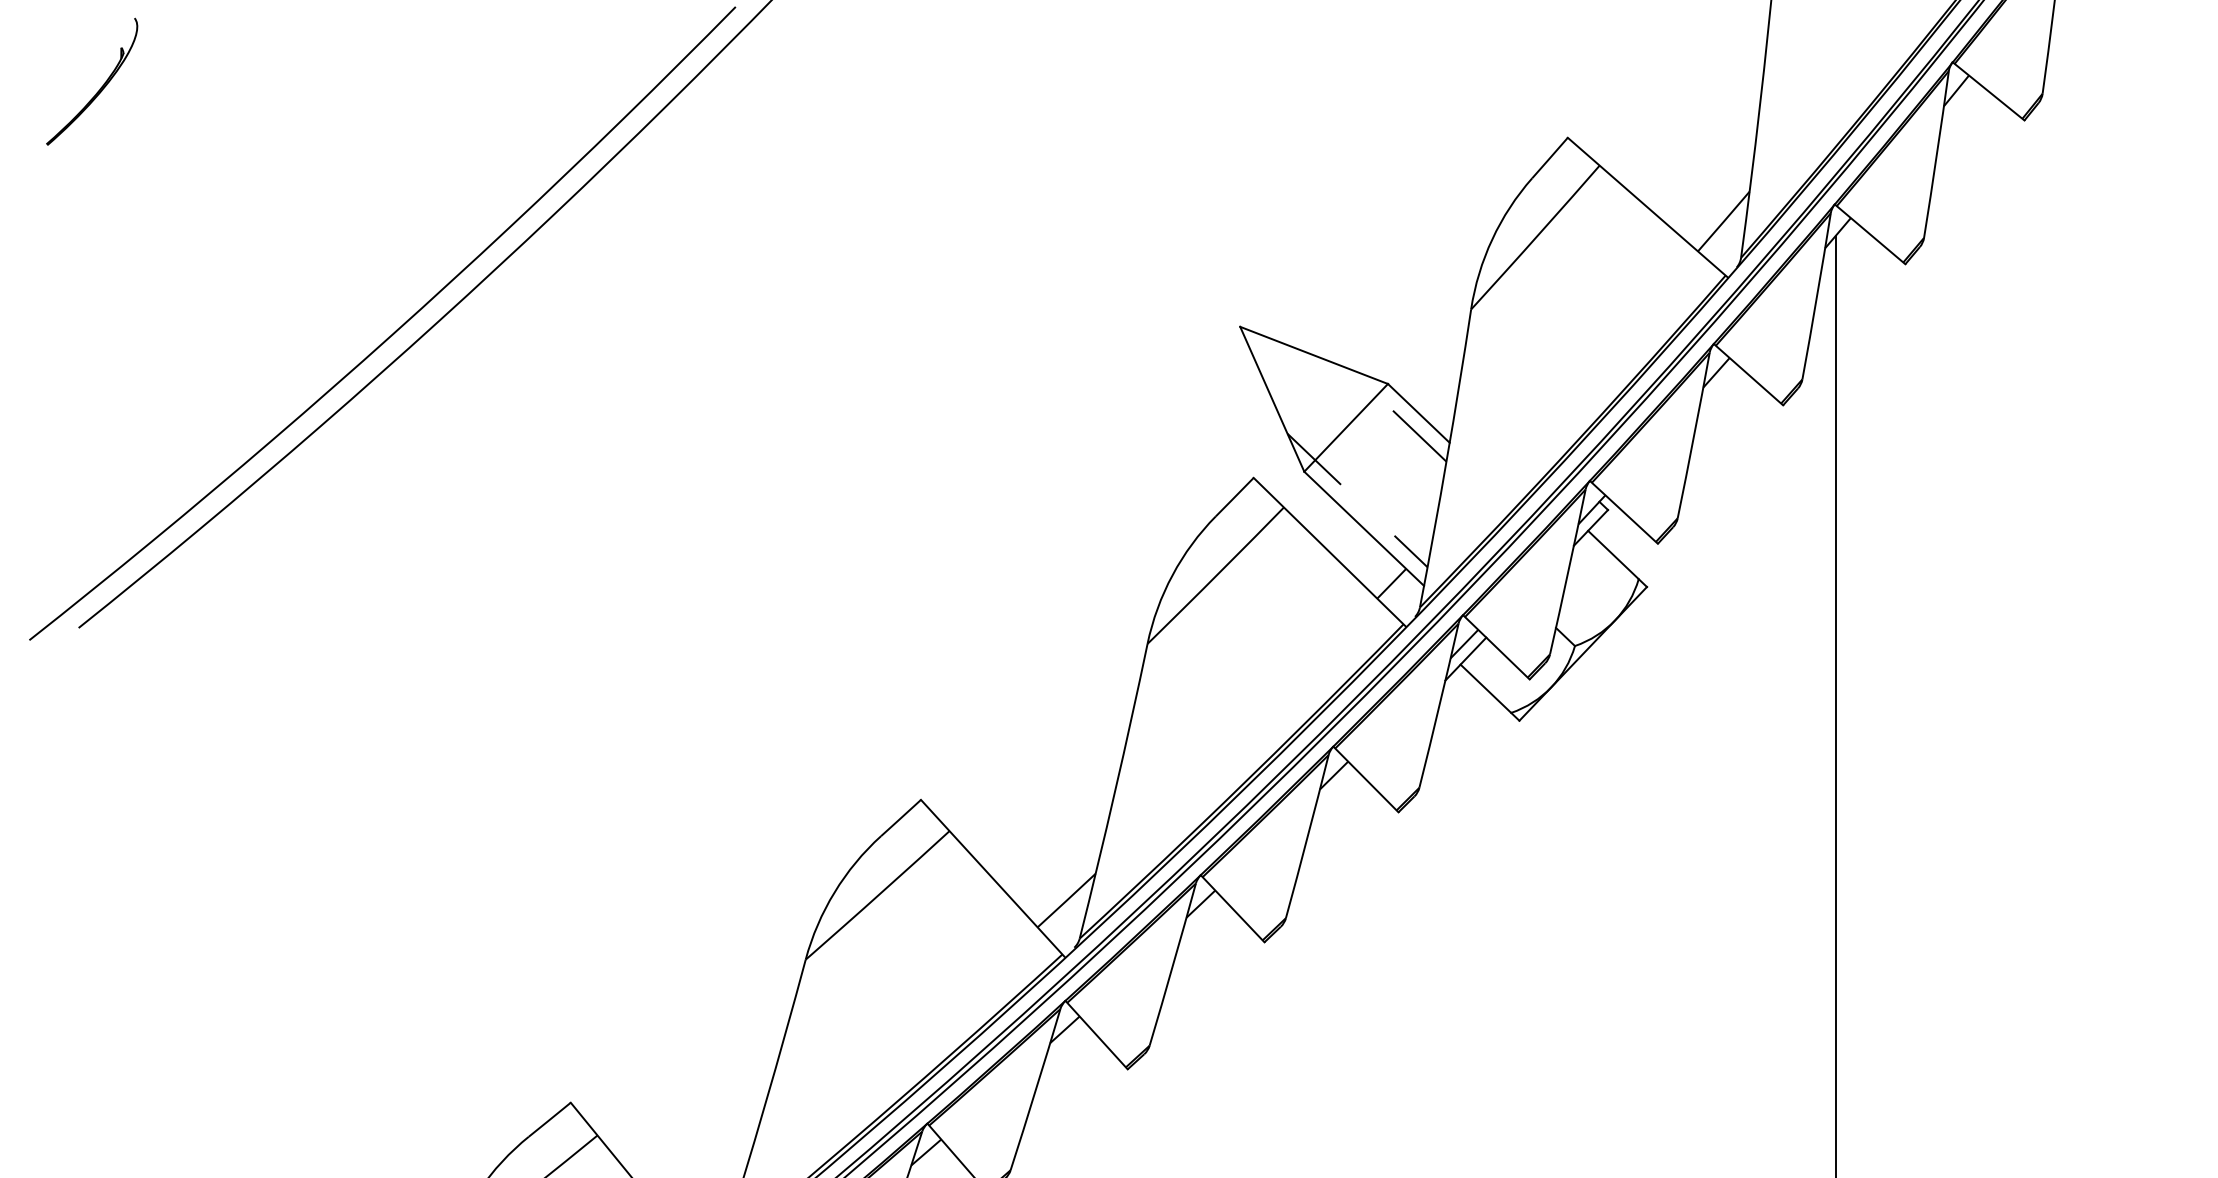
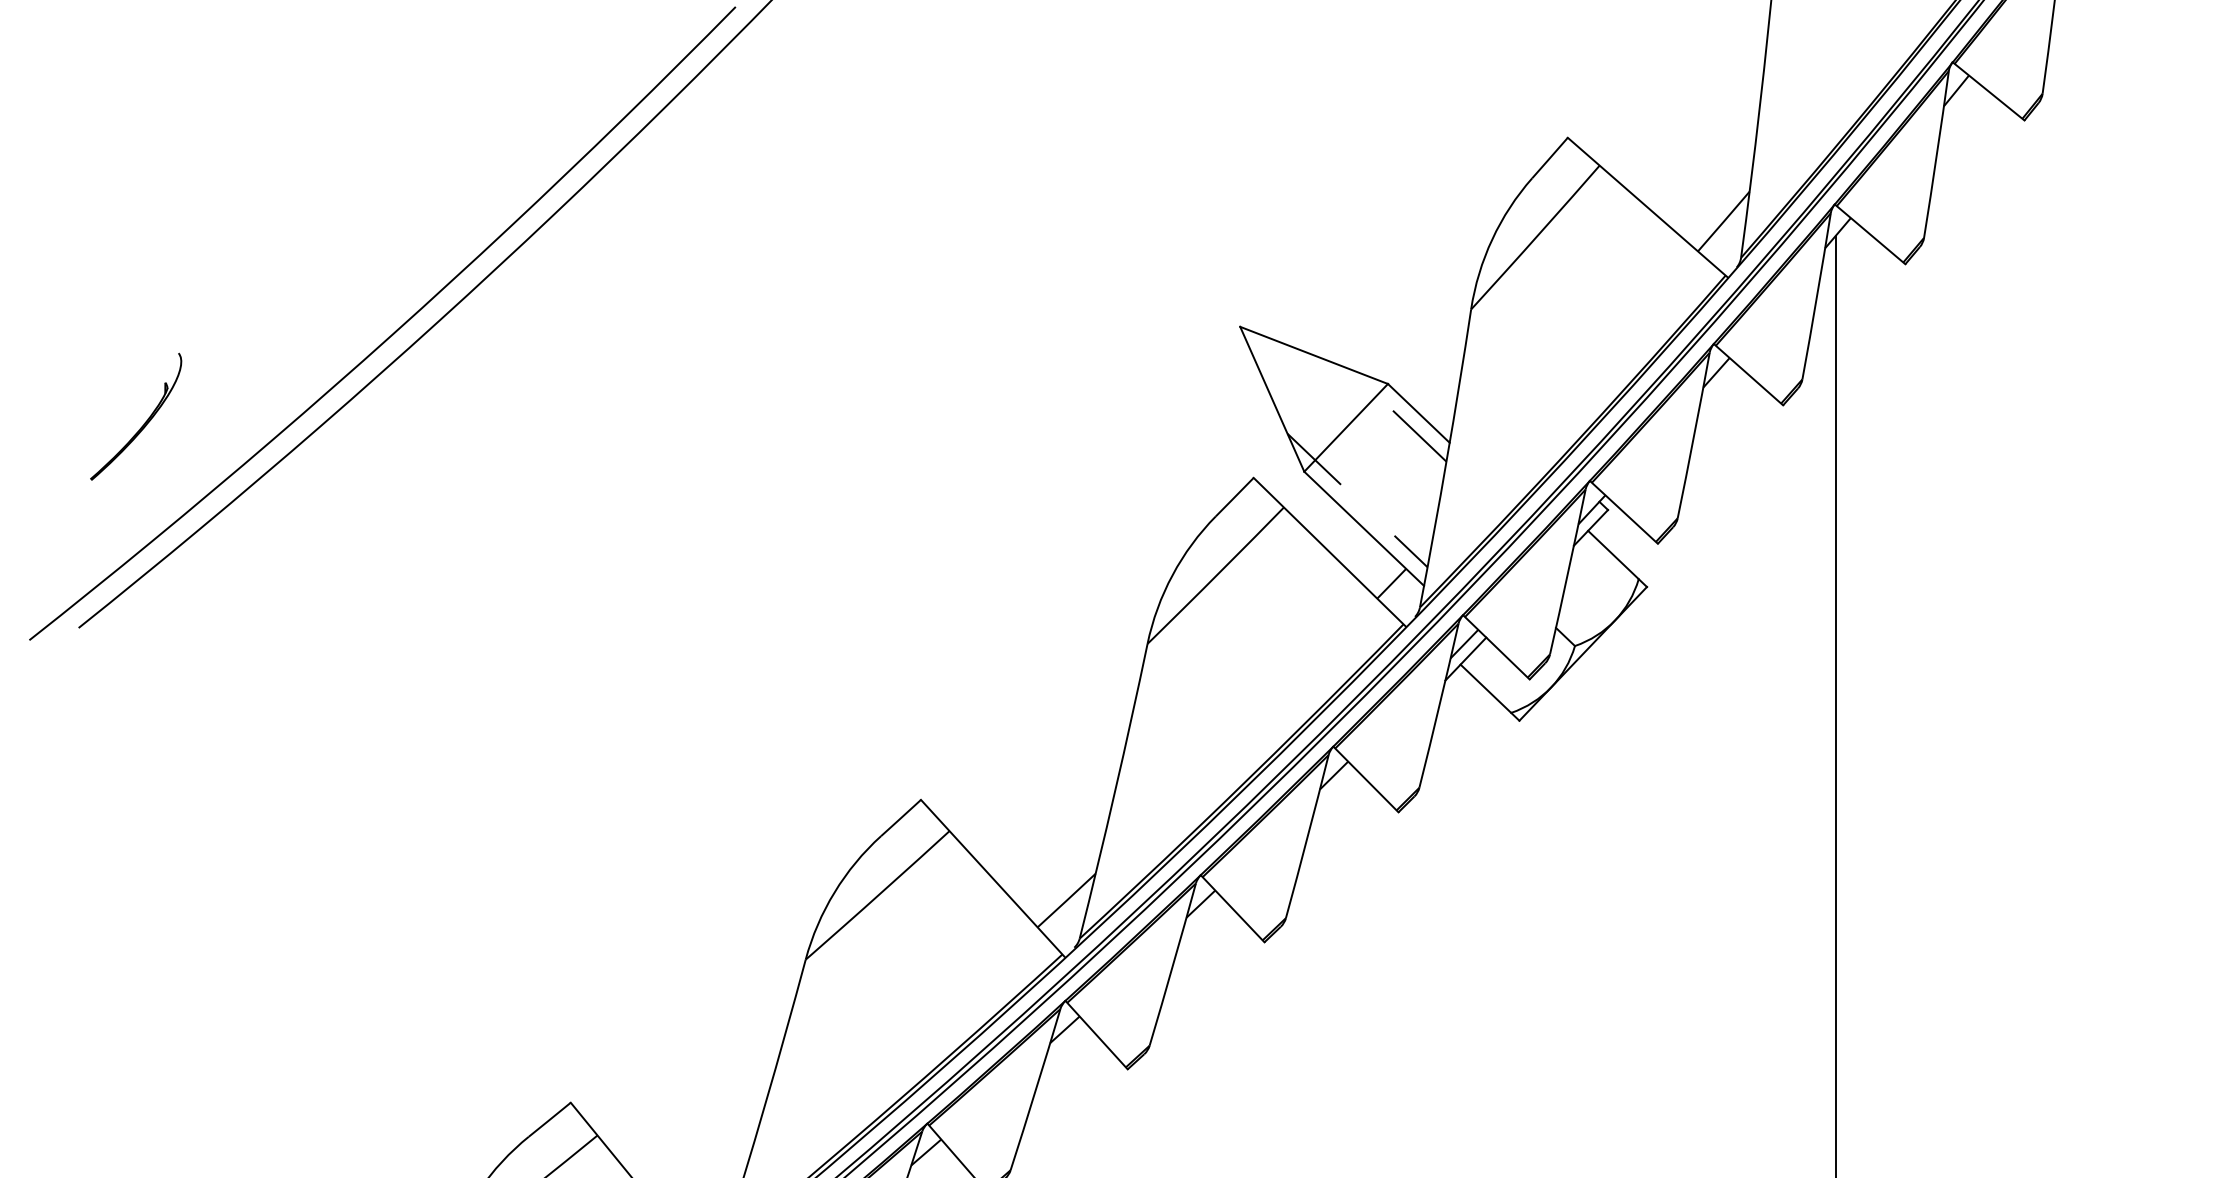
part at (100, 87) position: (100, 87) -> (144, 422)
